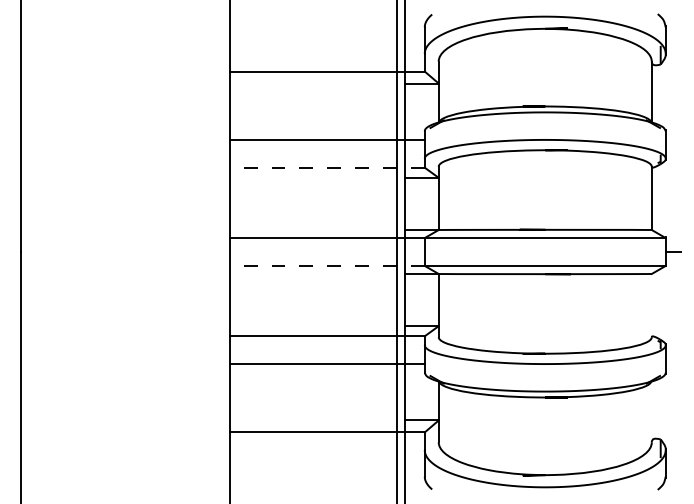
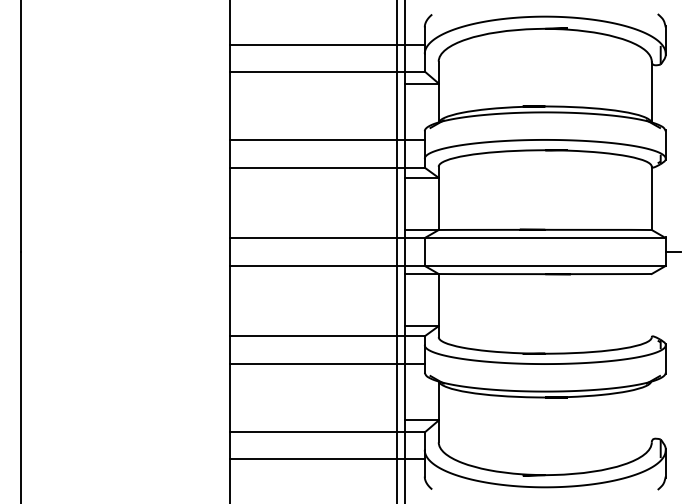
line at (326, 45): none -> present
line at (327, 167): dashed -> solid
line at (327, 265): dashed -> solid
line at (326, 458): none -> present
